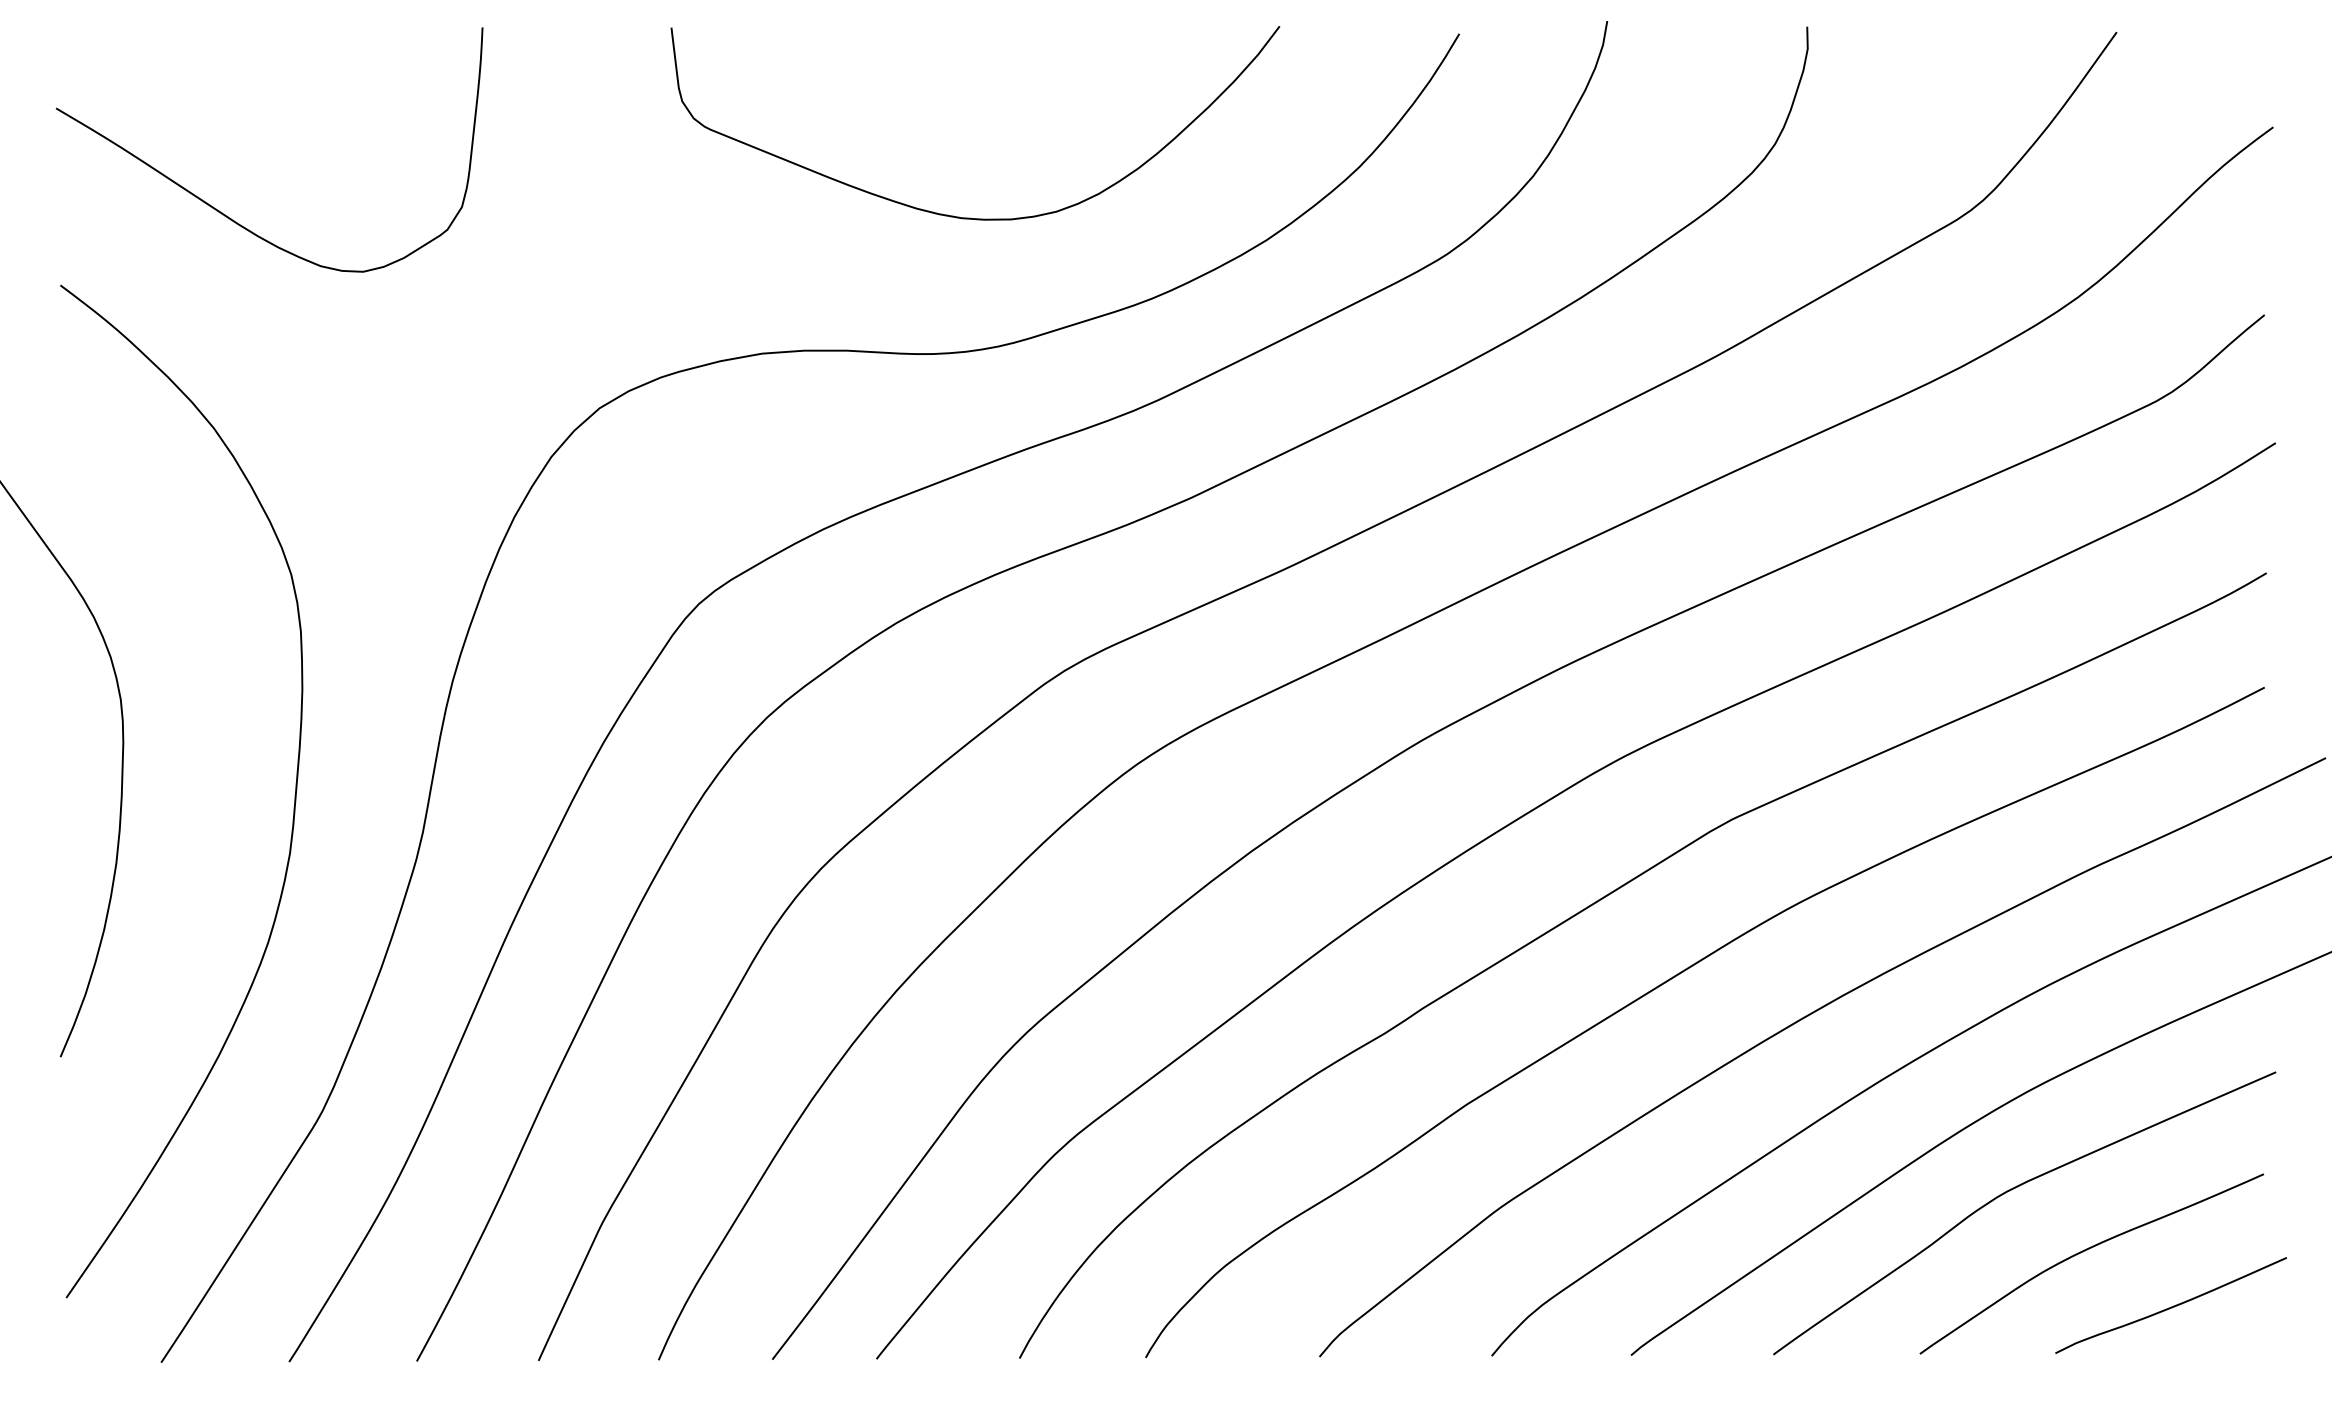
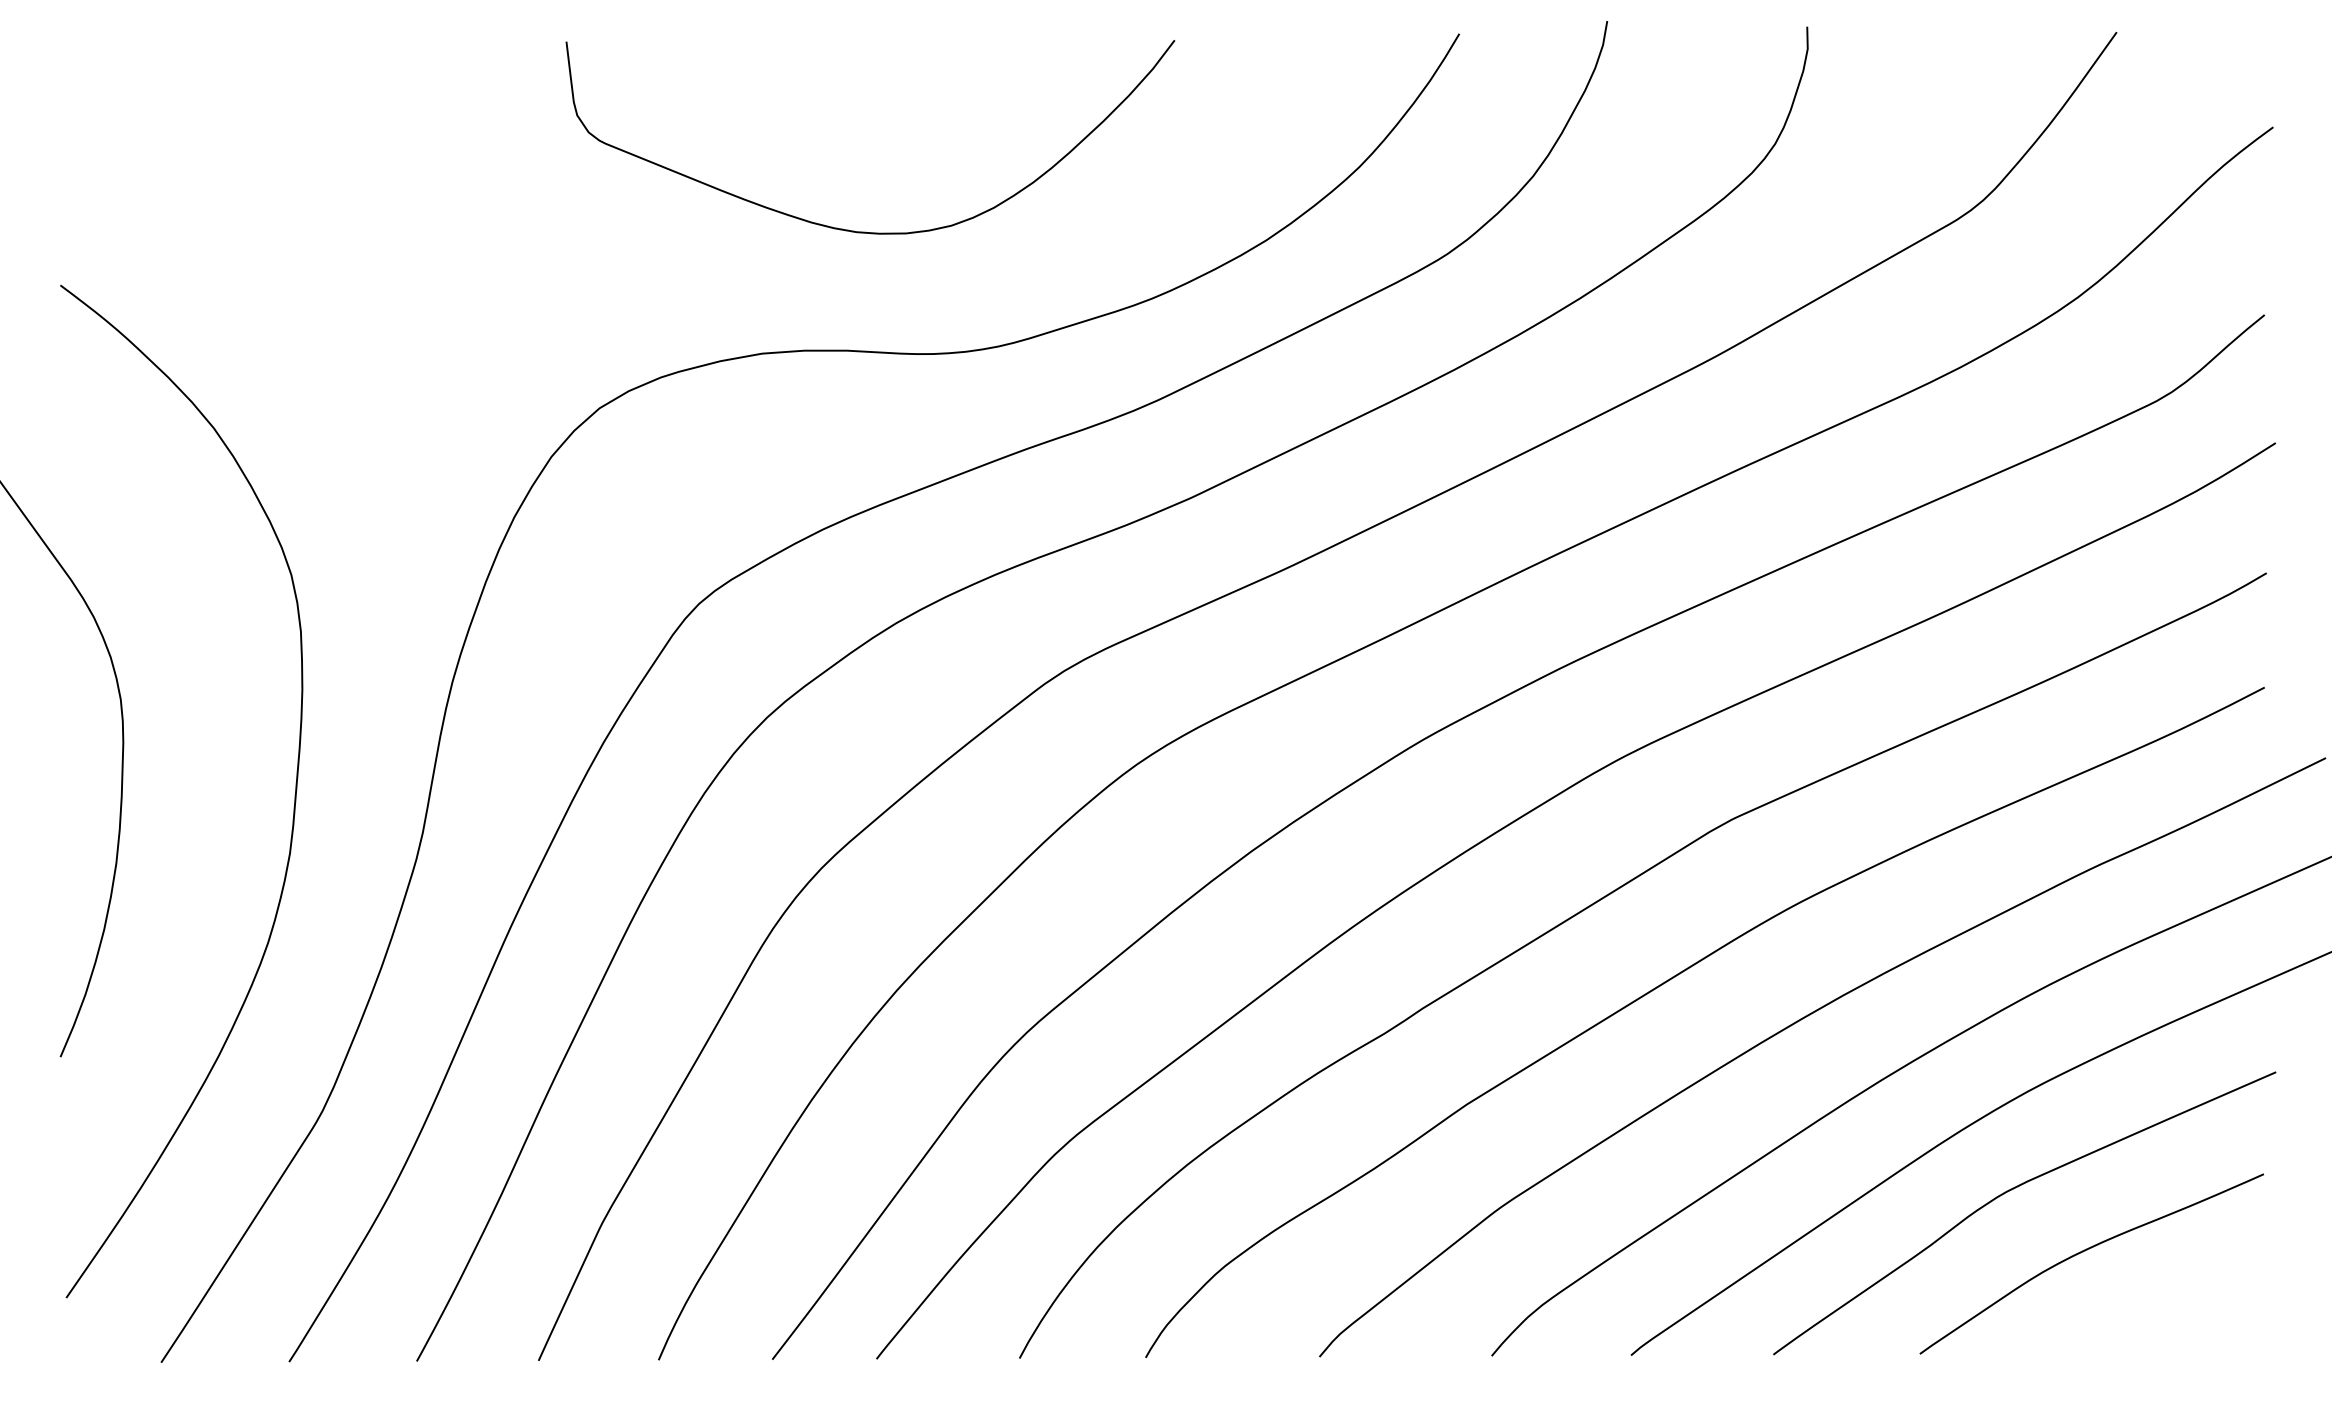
curve at (225, 214): present -> none
curve at (970, 217) position: (970, 217) -> (865, 231)
curve at (2171, 1306): present -> none
